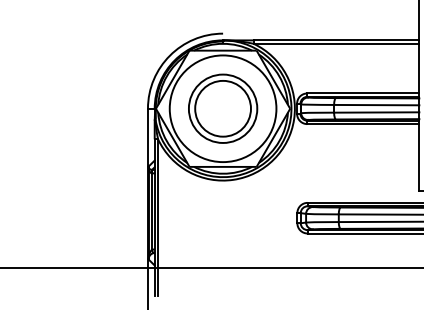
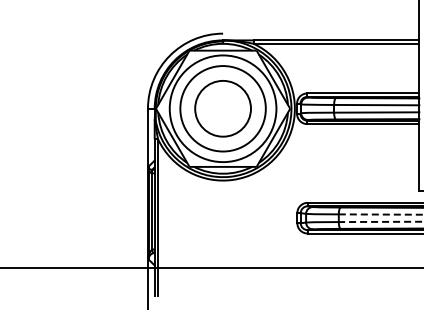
circle at (222, 108) diameter: 68 px -> 85 px
line at (381, 214): solid -> dashed
line at (380, 221): solid -> dashed
